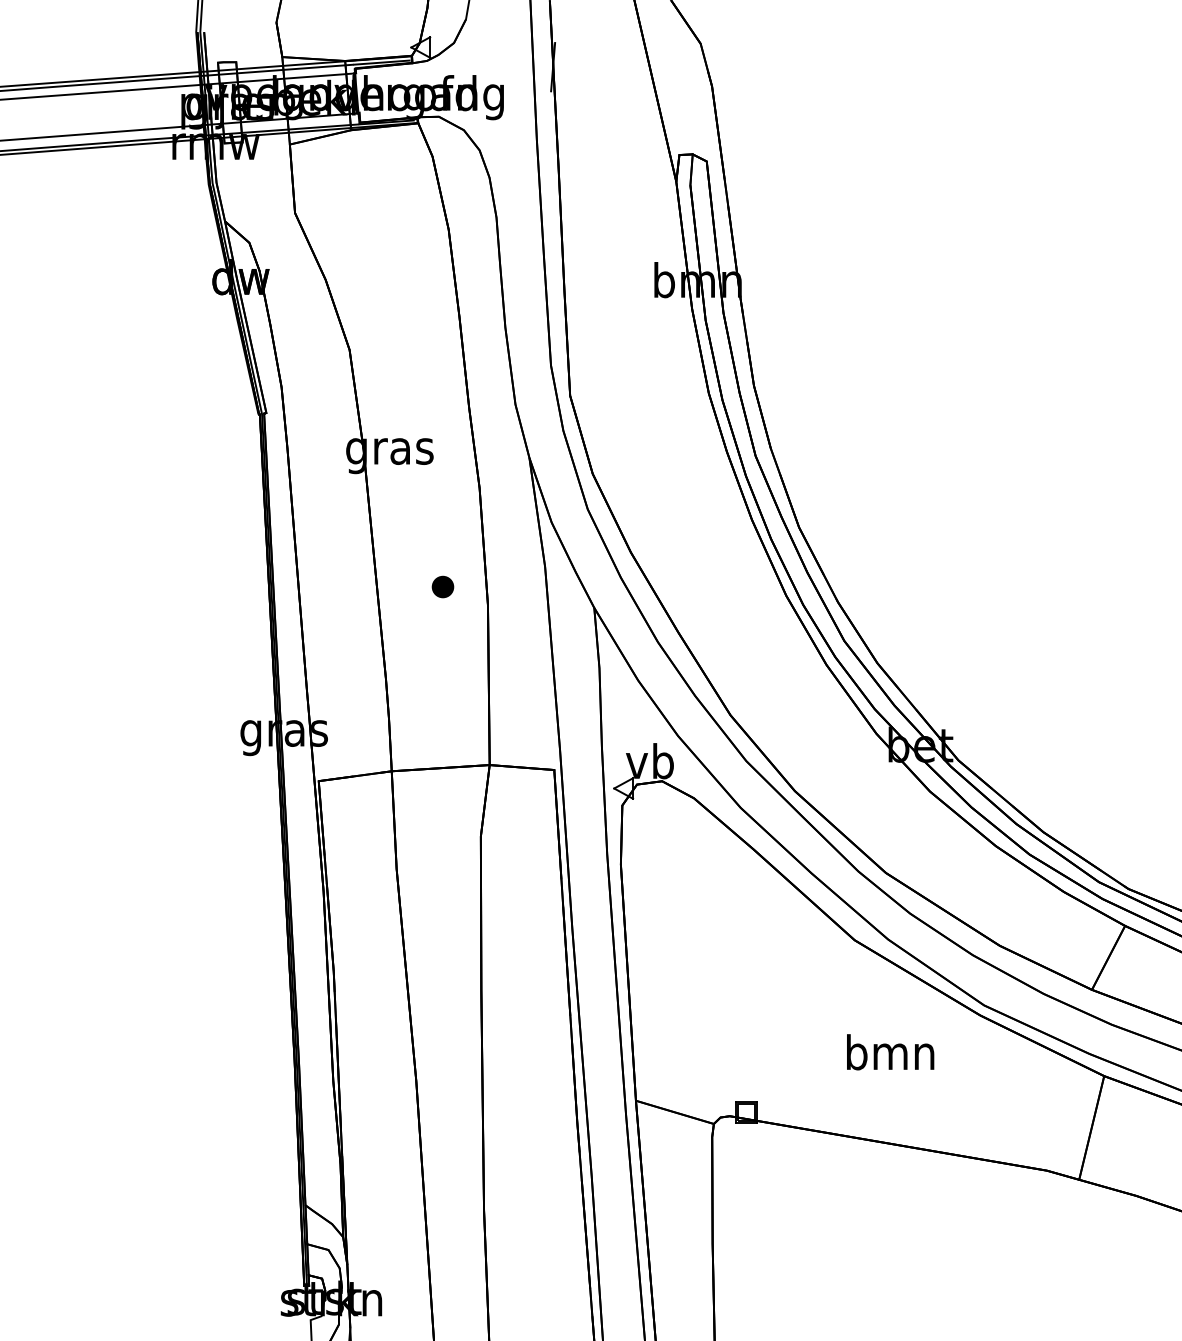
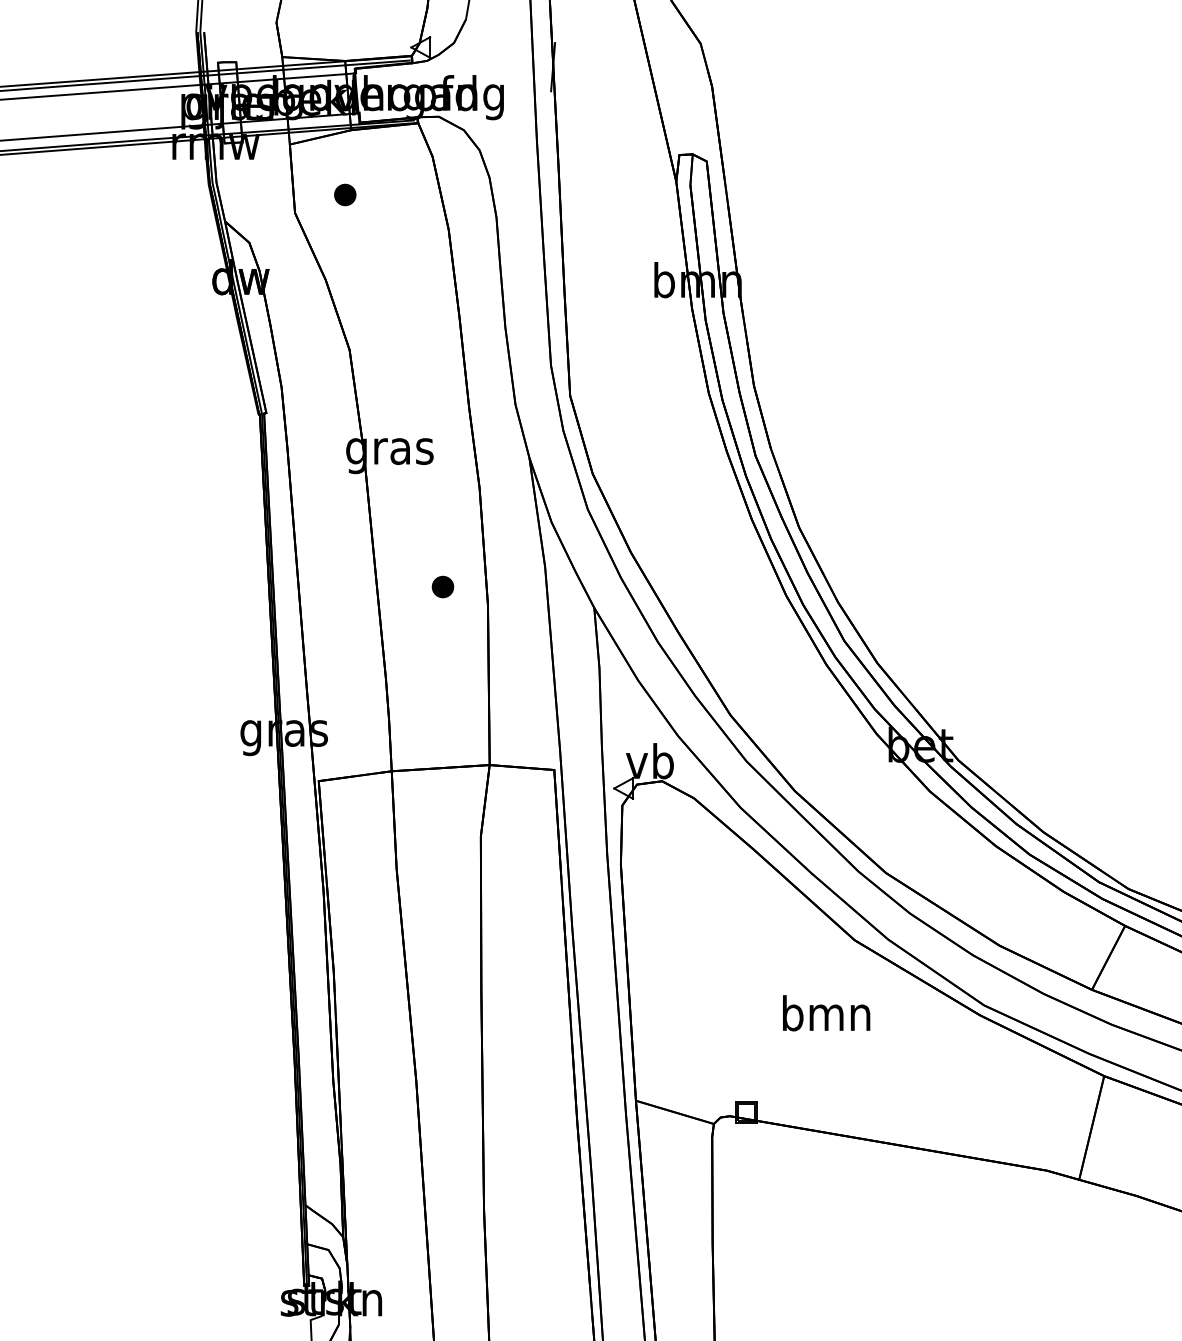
part at (345, 194): none -> present
text at (890, 1052) position: (890, 1052) -> (826, 1013)
